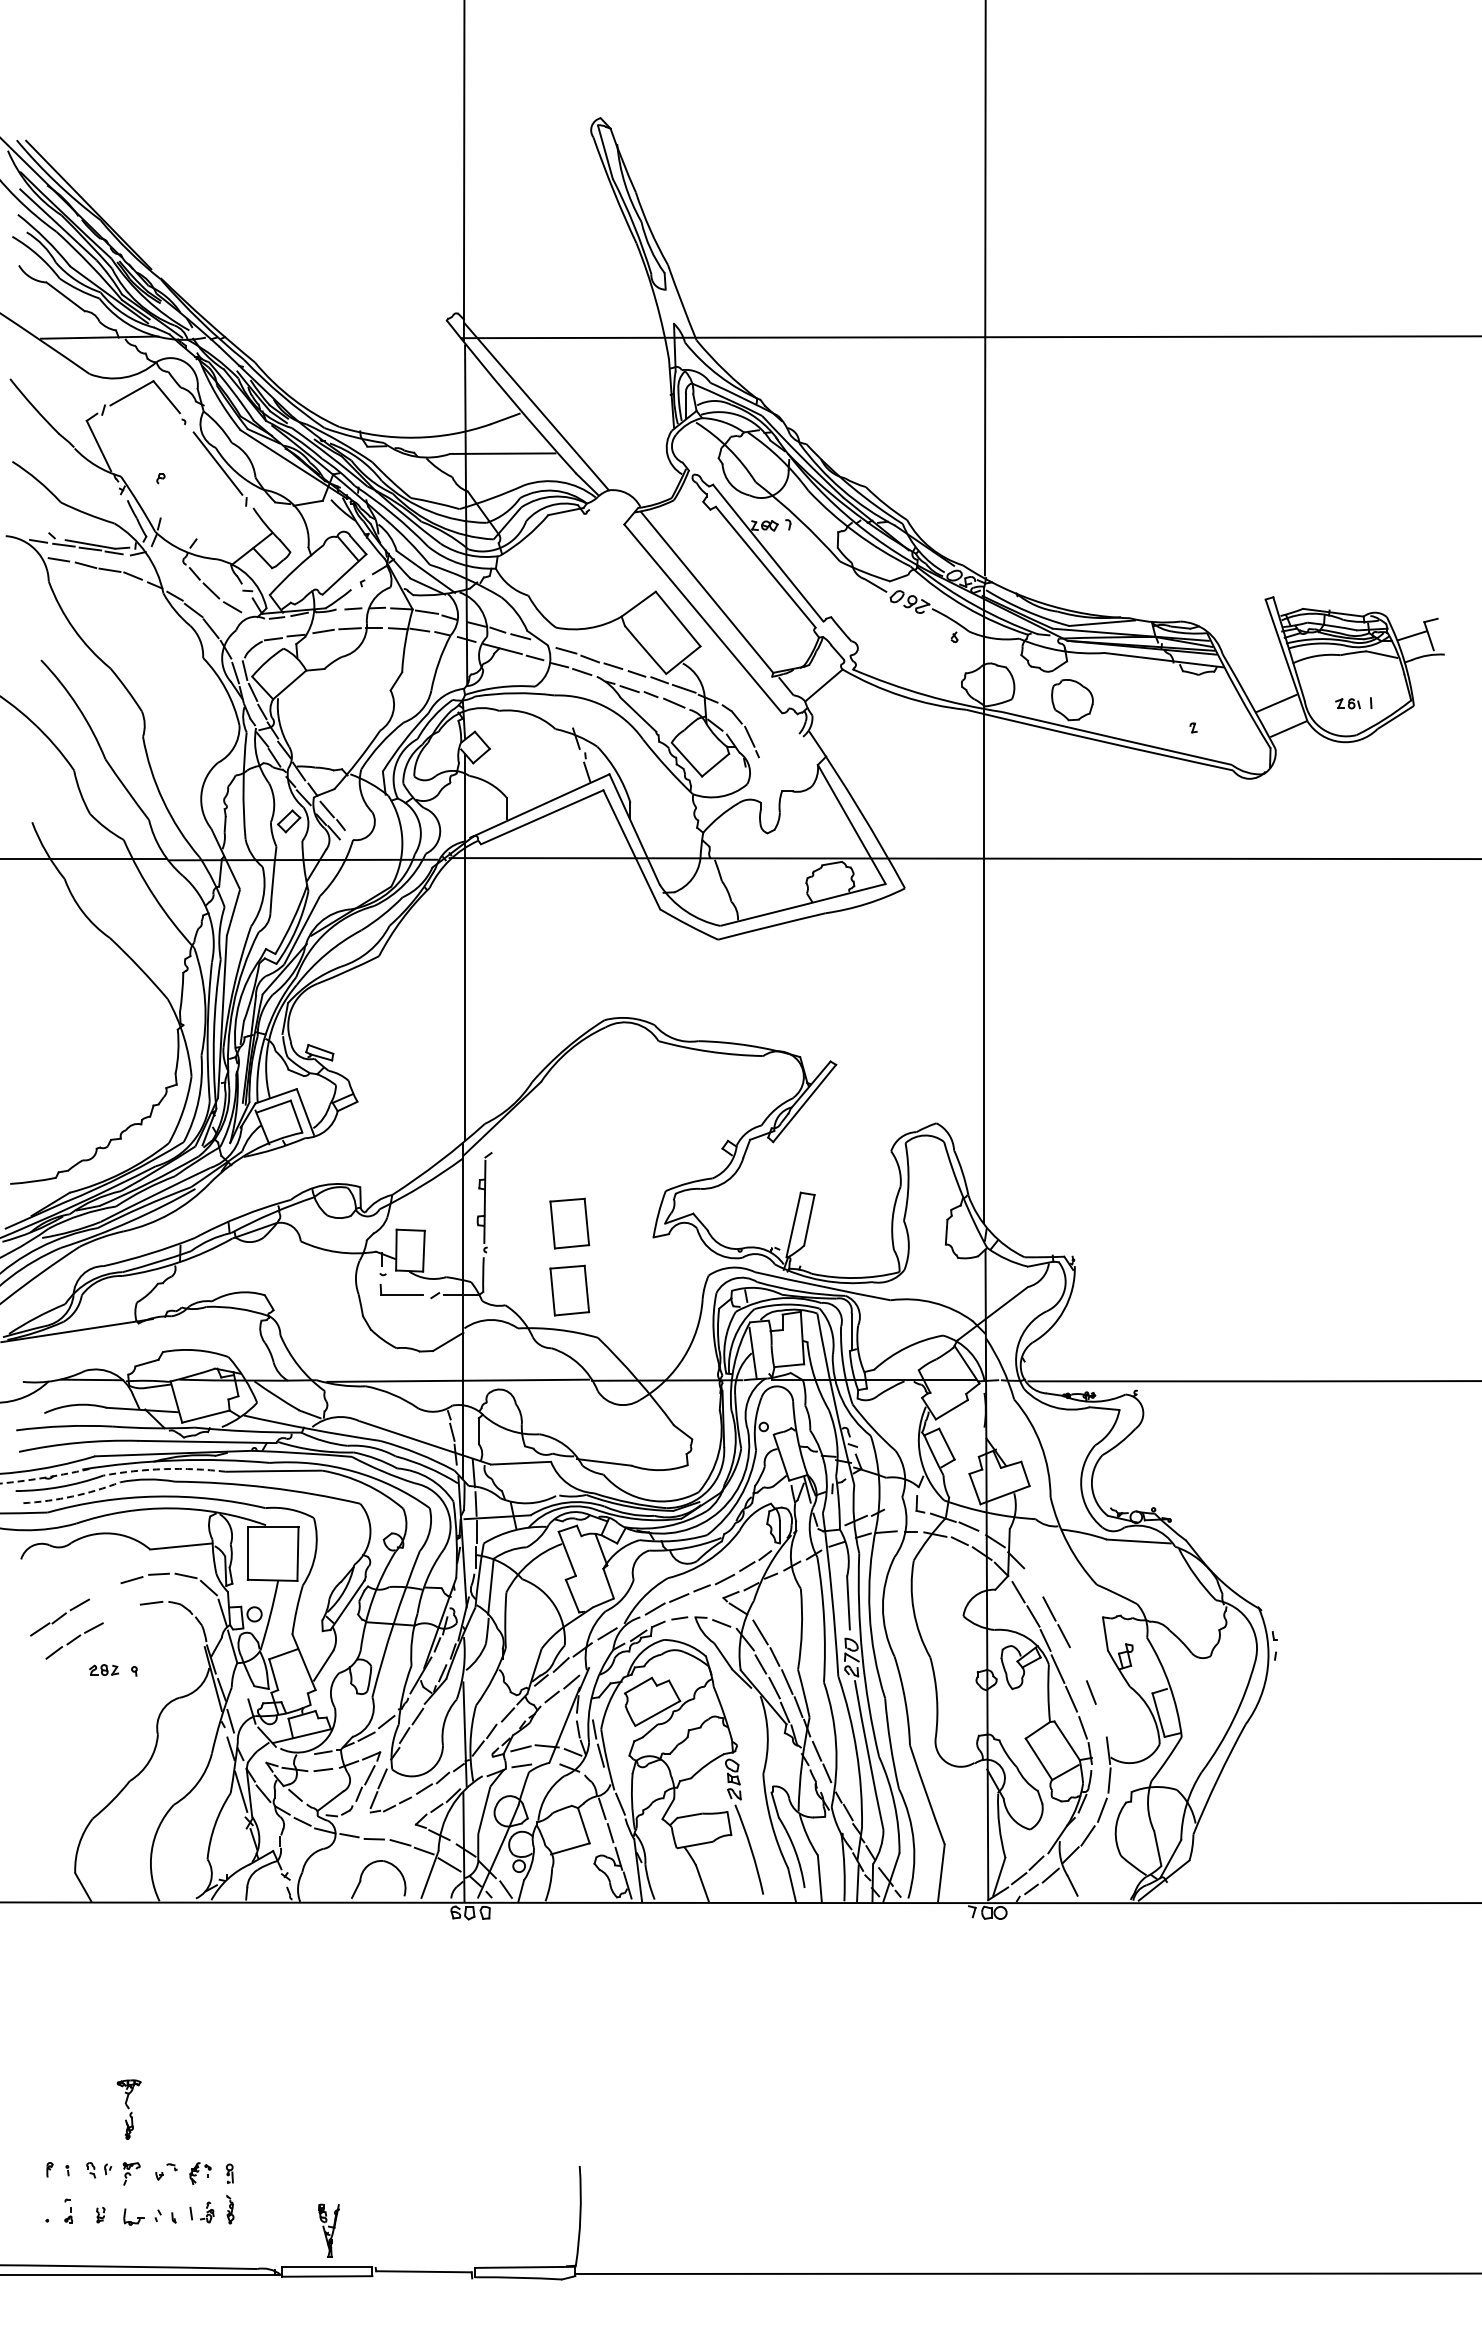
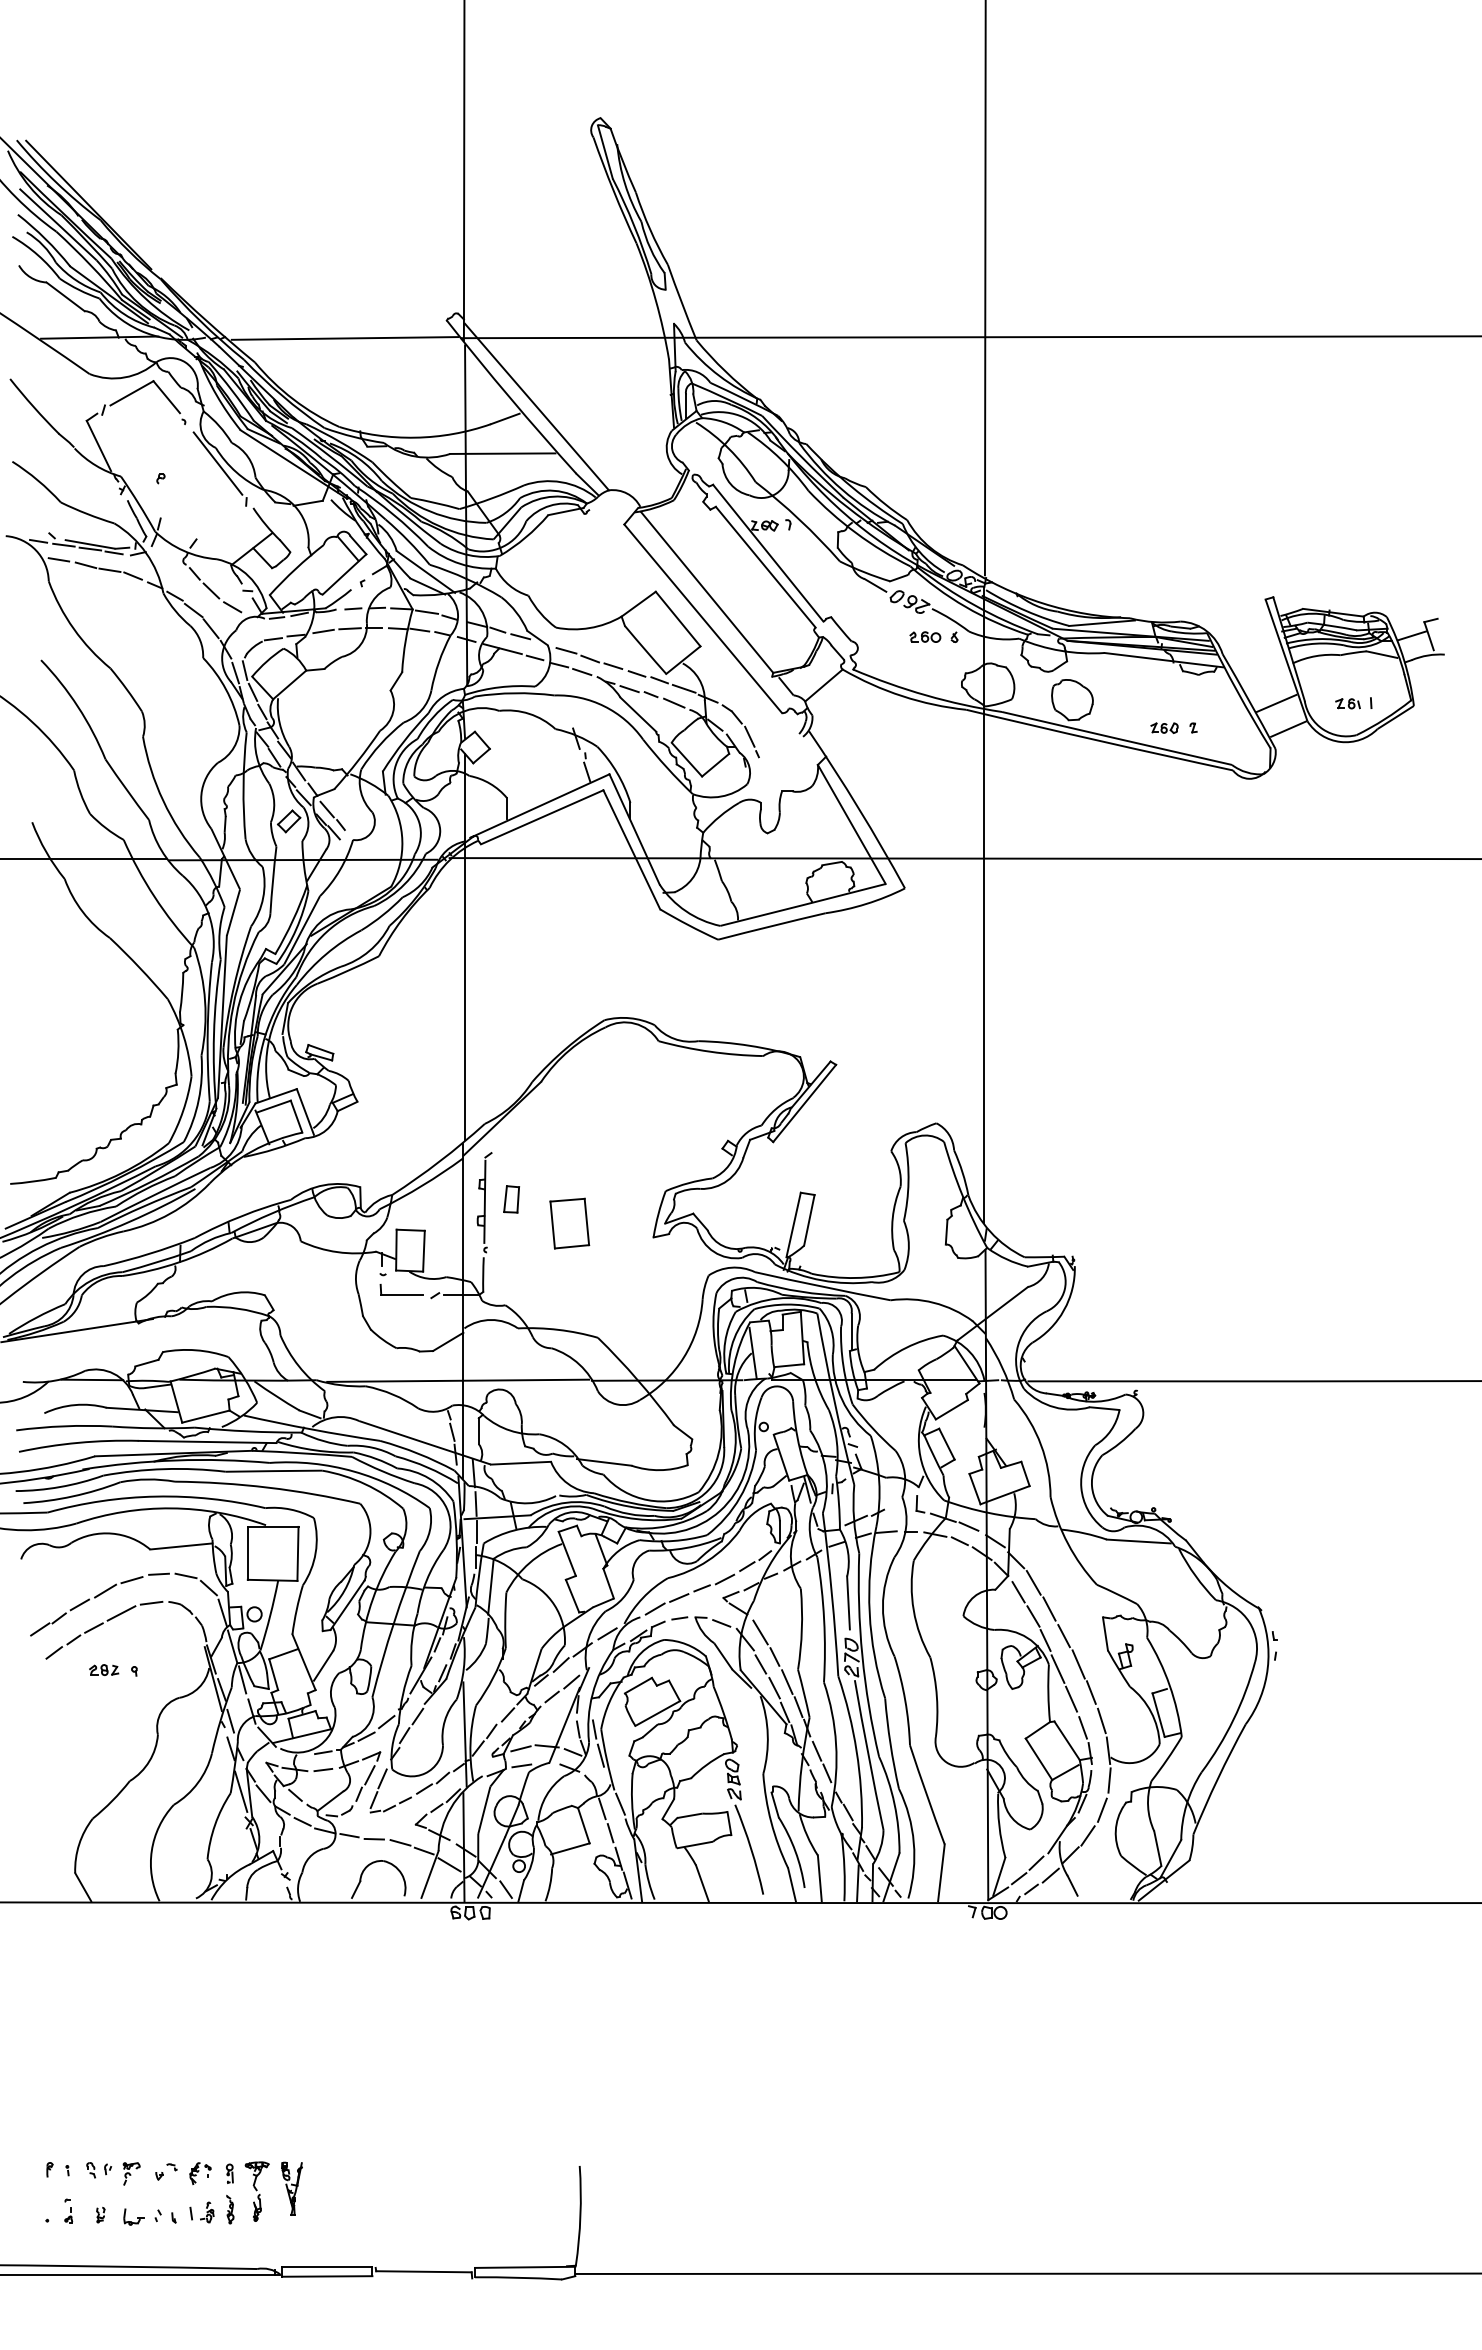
line at (344, 338): none -> present
part at (925, 636): none -> present
part at (1164, 727): none -> present
part at (511, 1199): none -> present
part at (569, 1290): present -> none
arc at (164, 1469): dashed -> solid
arc at (45, 1477): dashed -> solid
arc at (72, 1496): dashed -> solid
line at (1033, 1582): none -> present
line at (105, 1590): none -> present
line at (121, 1613): none -> present
line at (1078, 1664): none -> present
line at (242, 1679): none -> present
line at (1101, 1720): none -> present
part at (128, 2109) position: (128, 2109) -> (256, 2191)
part at (328, 2230) position: (328, 2230) -> (291, 2188)
